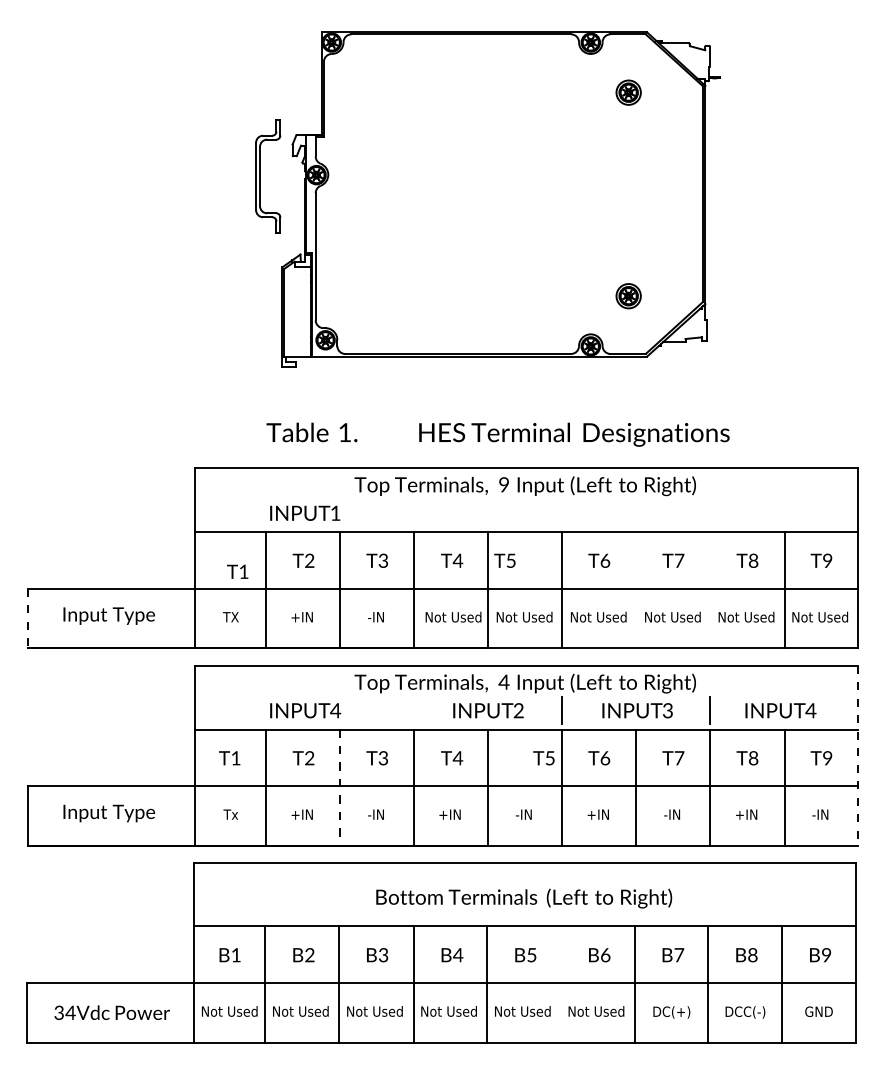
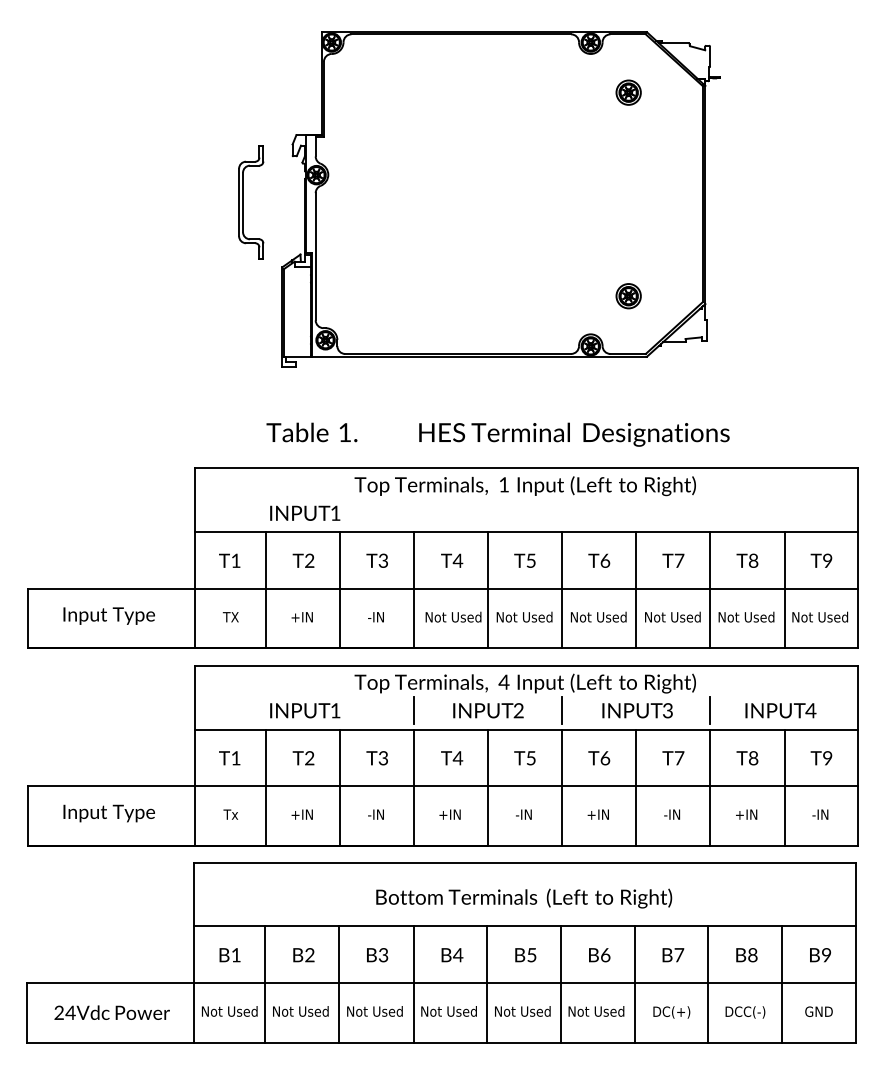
part at (260, 176) position: (260, 176) -> (243, 202)
text at (503, 484): 9 -> 1
text at (504, 560) position: (504, 560) -> (524, 560)
text at (237, 571) position: (237, 571) -> (229, 560)
line at (636, 590): none -> present
line at (710, 590): none -> present
line at (27, 618): dashed -> solid
text at (335, 710): 4 -> 1
line at (414, 710): none -> present
line at (858, 756): dashed -> solid
text at (543, 758) position: (543, 758) -> (524, 758)
line at (340, 788): dashed -> solid
line at (560, 984): none -> present
text at (58, 1014): 34Vdc -> 24Vdc
